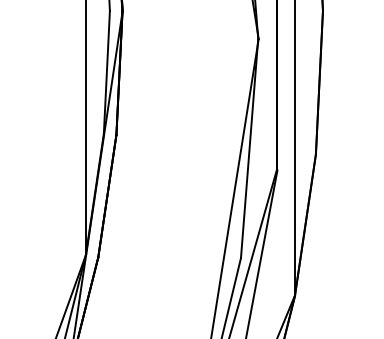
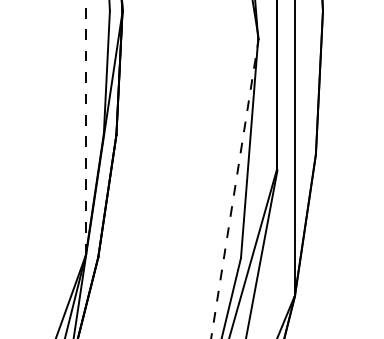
line at (86, 127): solid -> dashed
line at (234, 188): solid -> dashed
